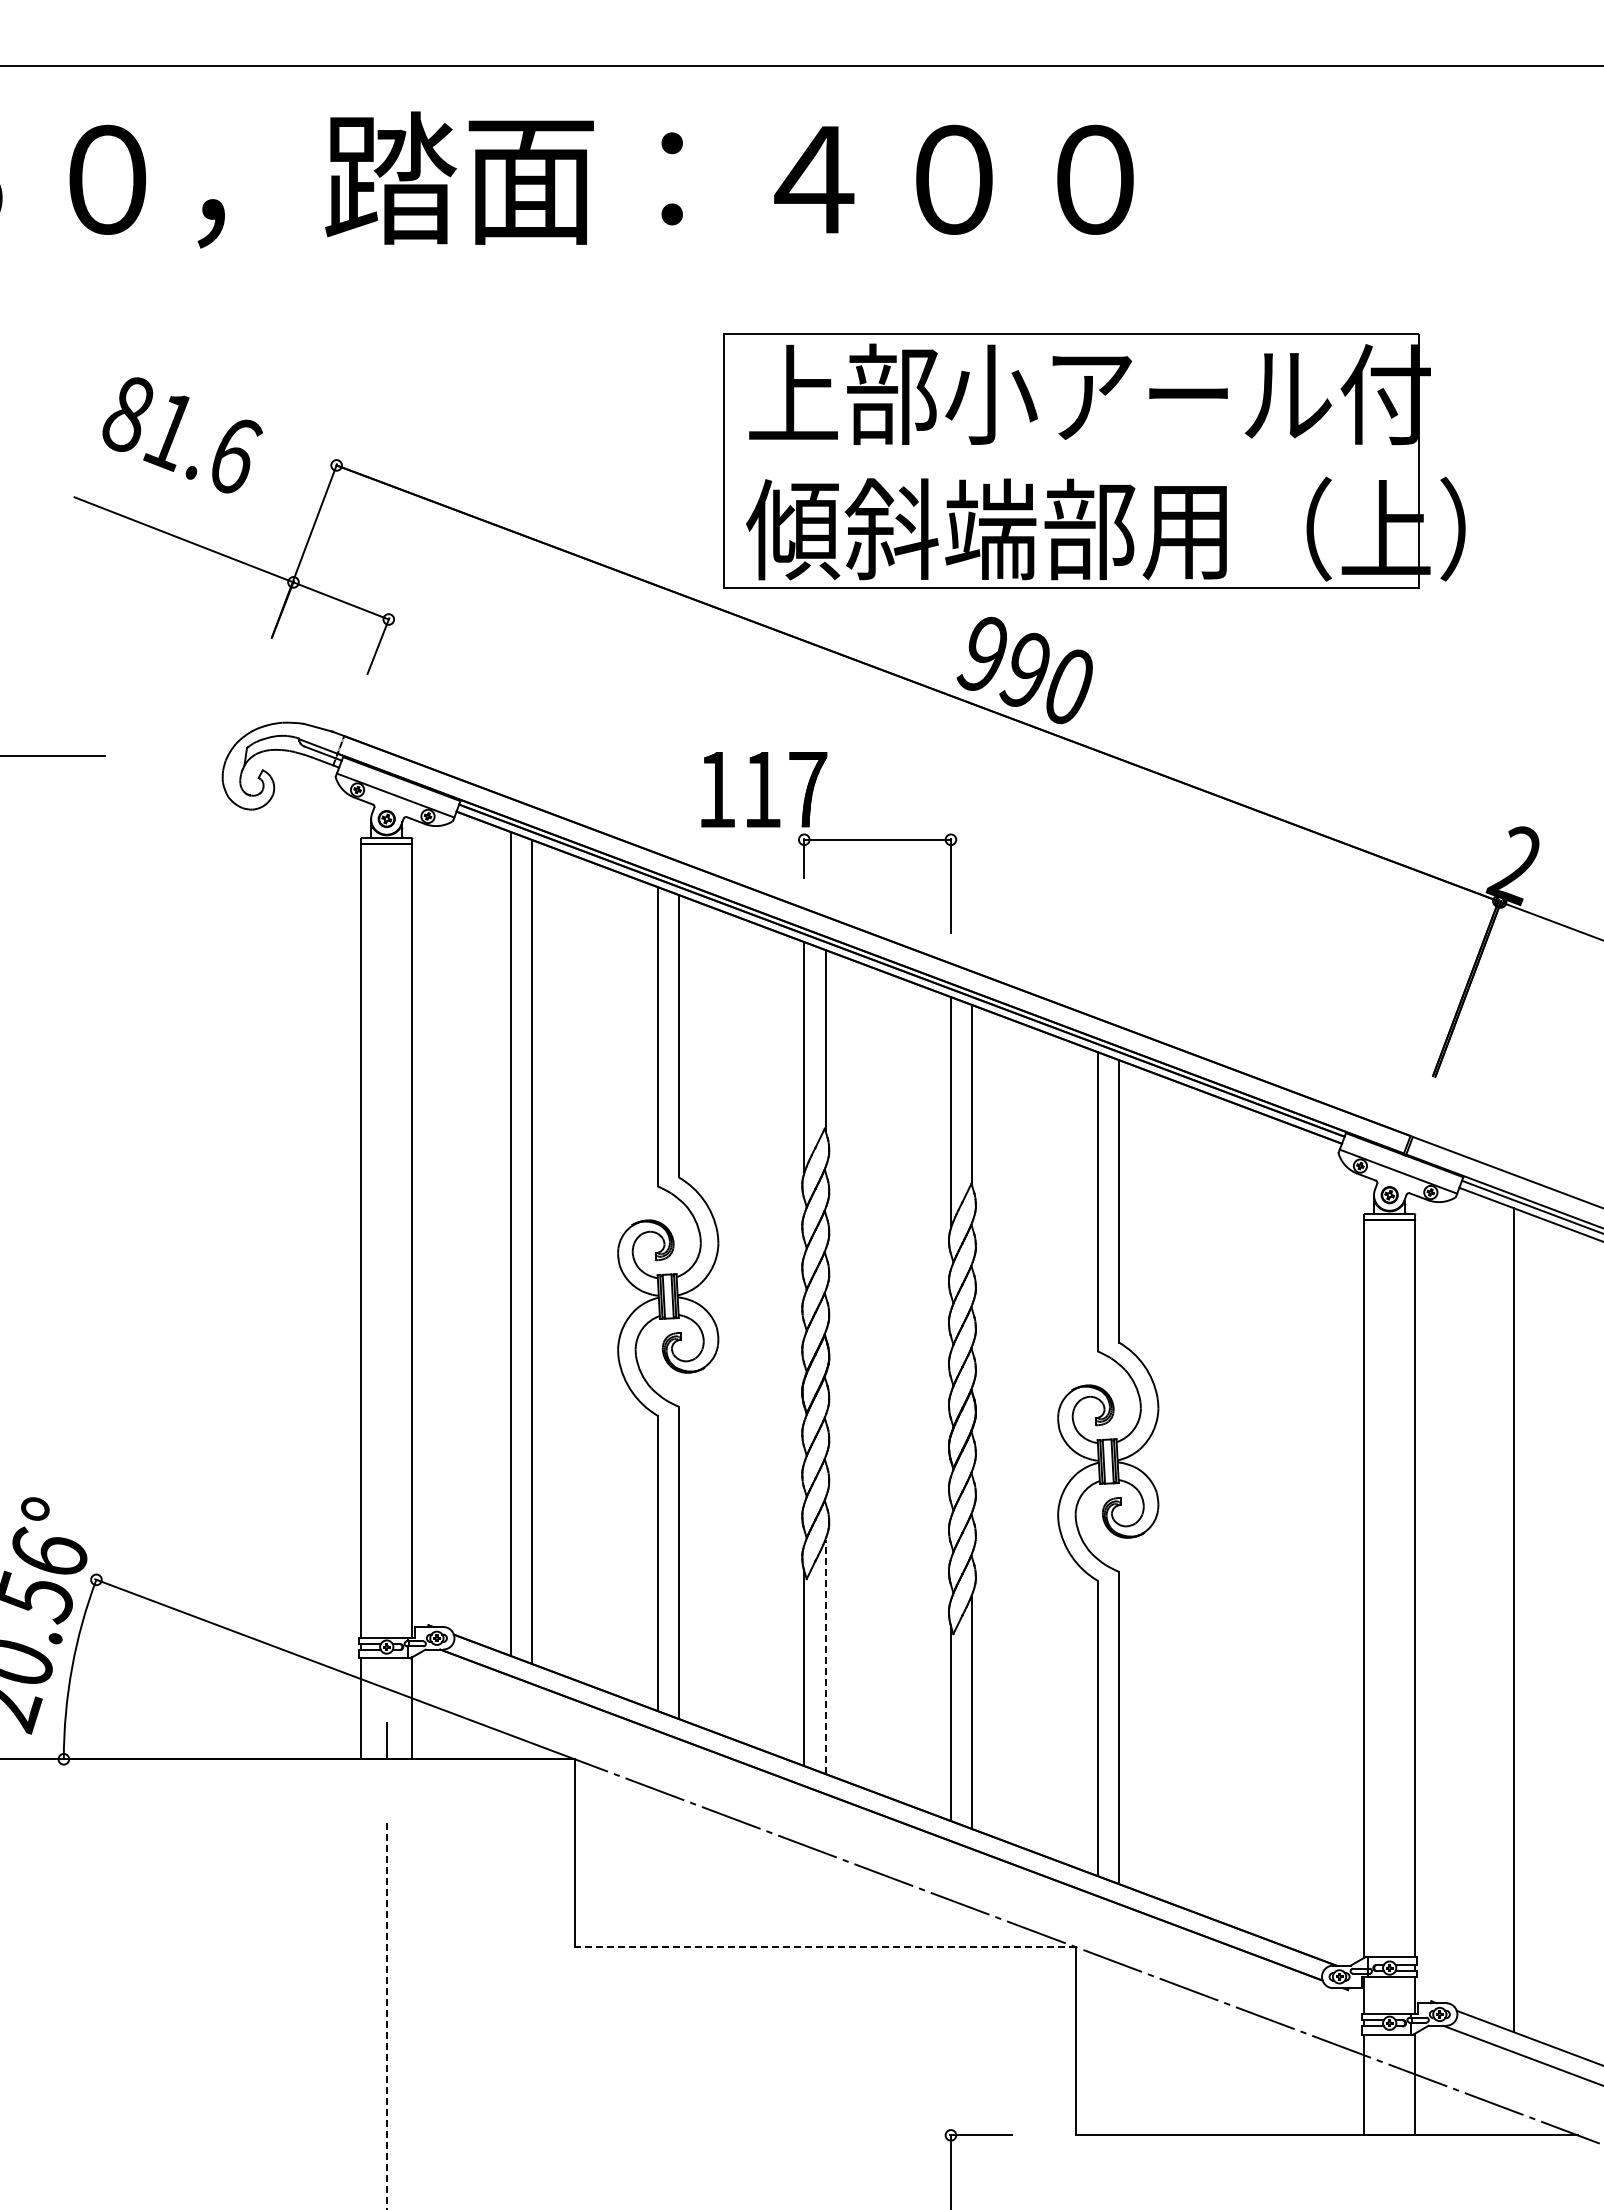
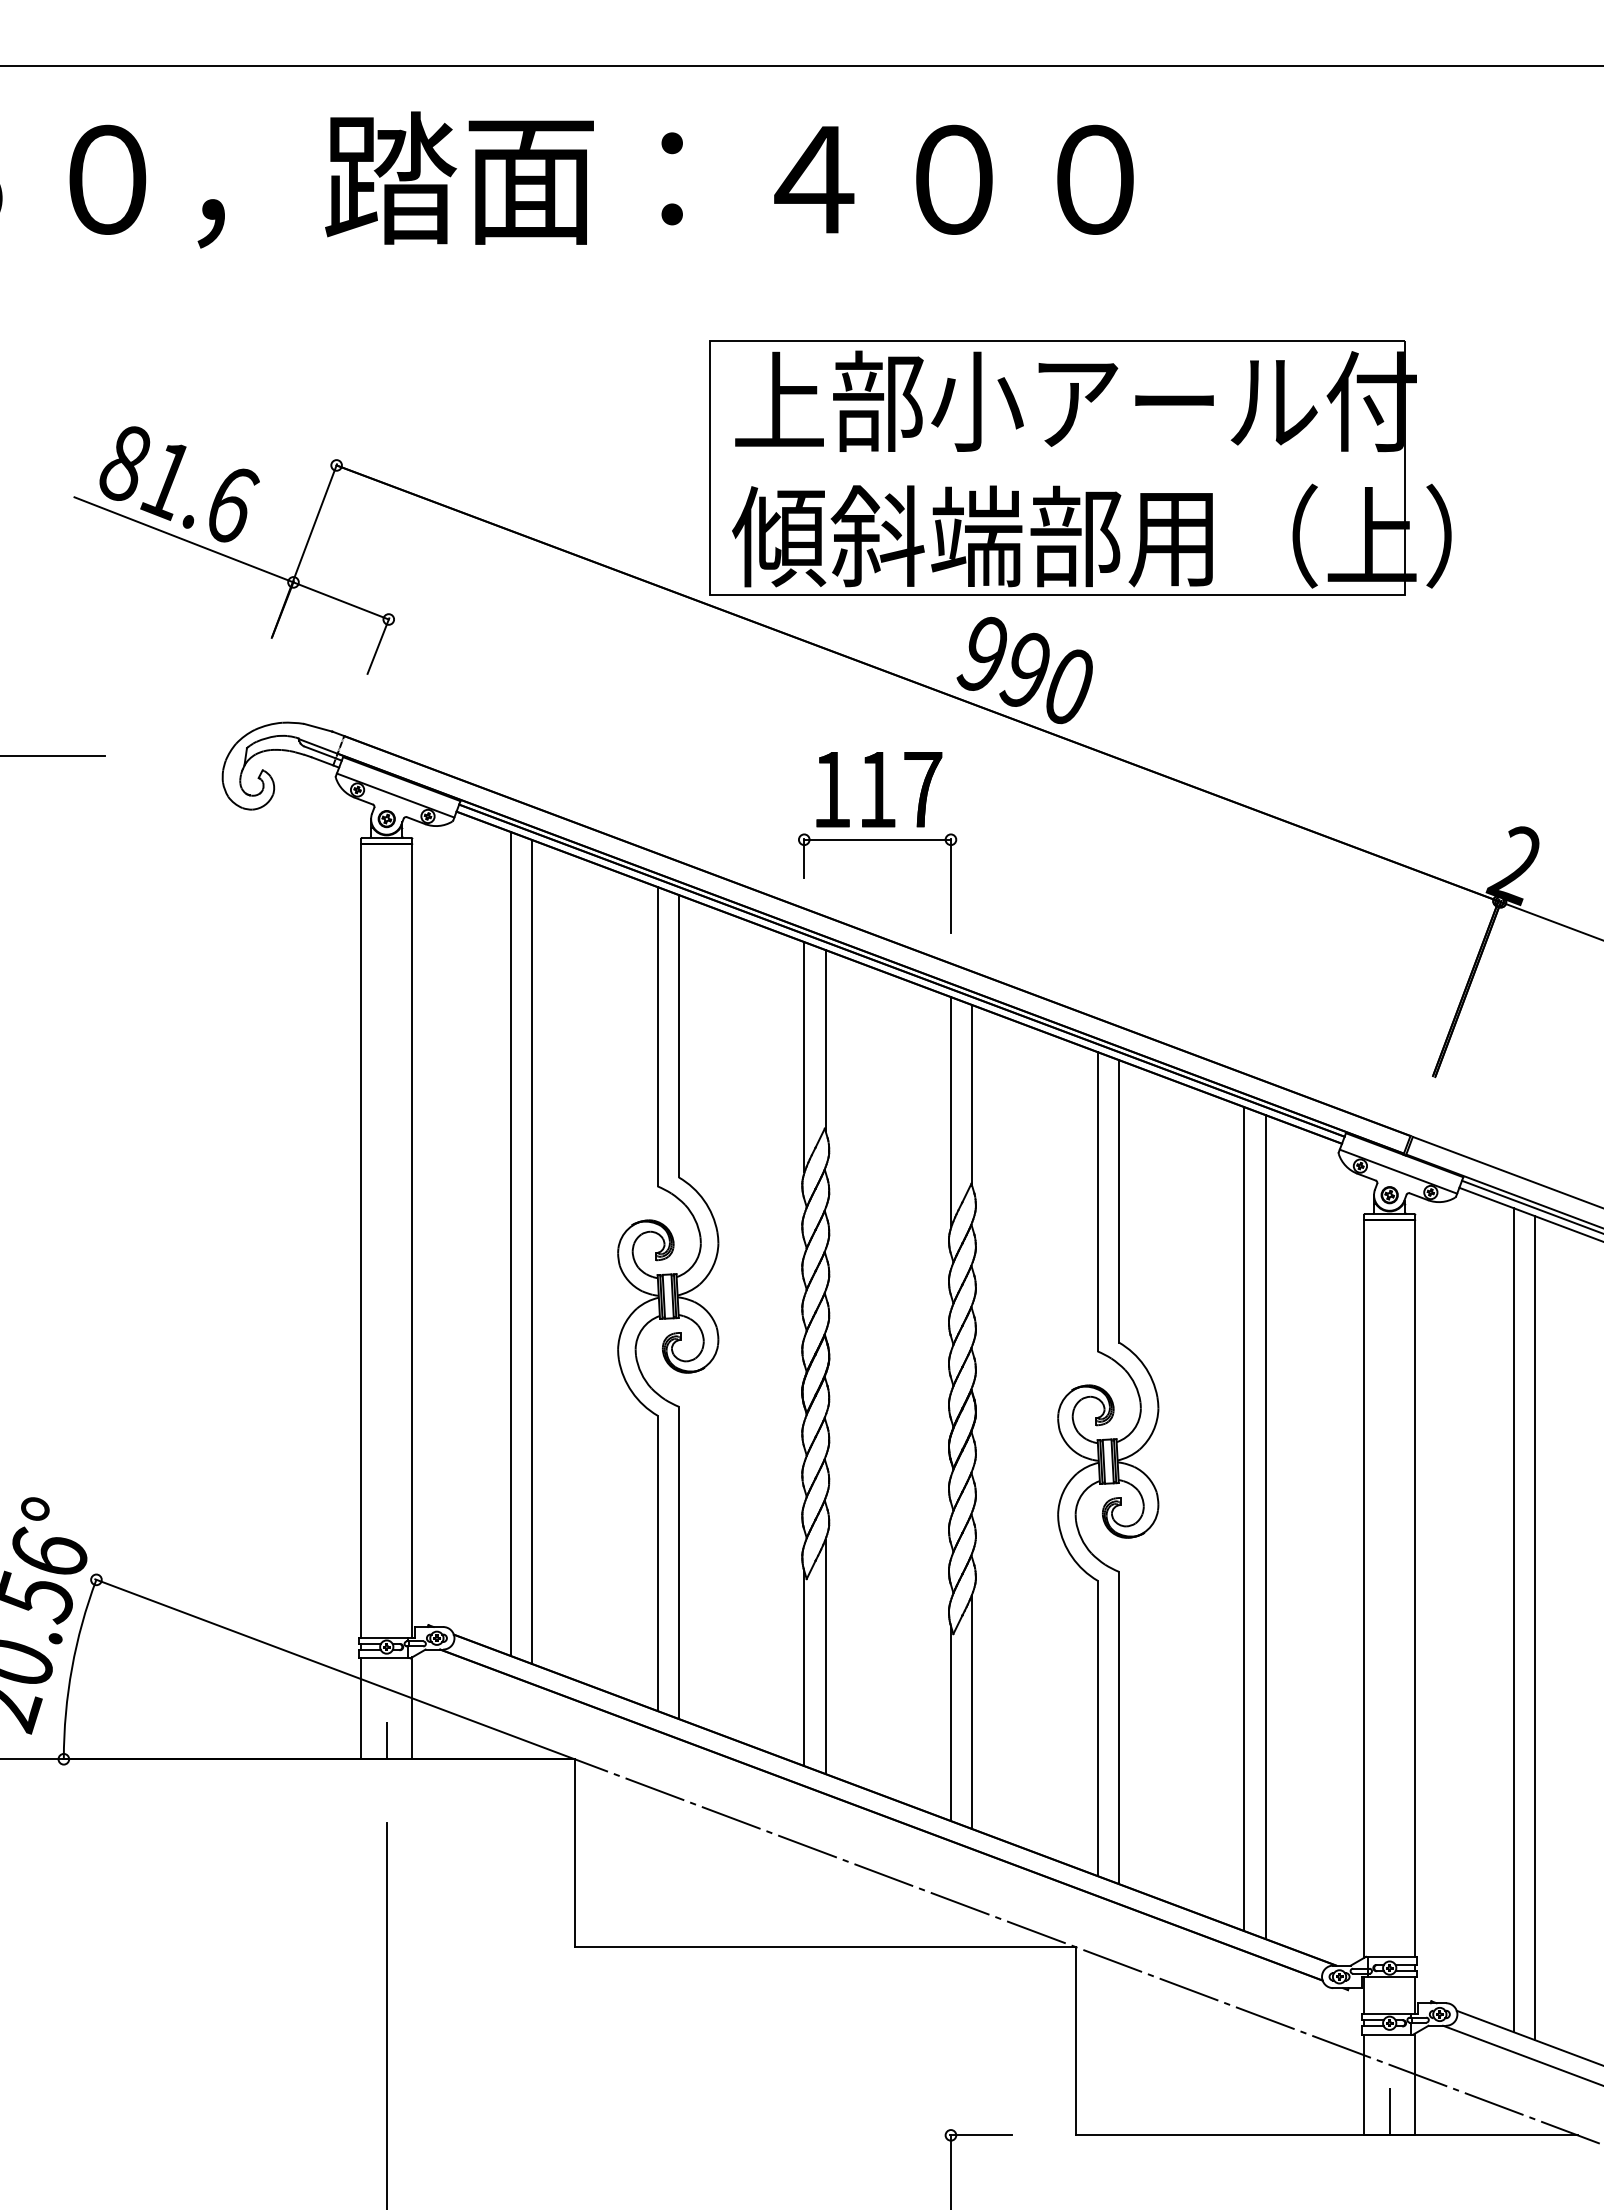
text at (182, 435) position: (182, 435) -> (179, 484)
part at (1094, 460) position: (1094, 460) -> (1080, 467)
text at (764, 789) position: (764, 789) -> (879, 789)
line at (1244, 1519): none -> present
line at (1265, 1527): none -> present
line at (1535, 1628): none -> present
line at (825, 1656): dashed -> solid
line at (825, 1947): dashed -> solid
line at (386, 2016): dashed -> solid
line at (1389, 2111): none -> present
